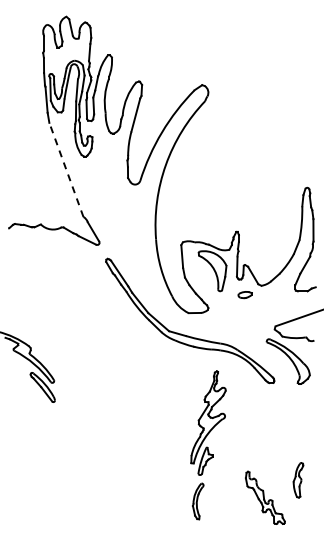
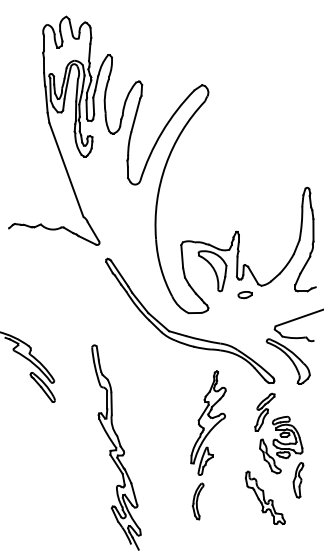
line at (66, 169): dashed -> solid
part at (278, 433): none -> present
part at (116, 447): none -> present
